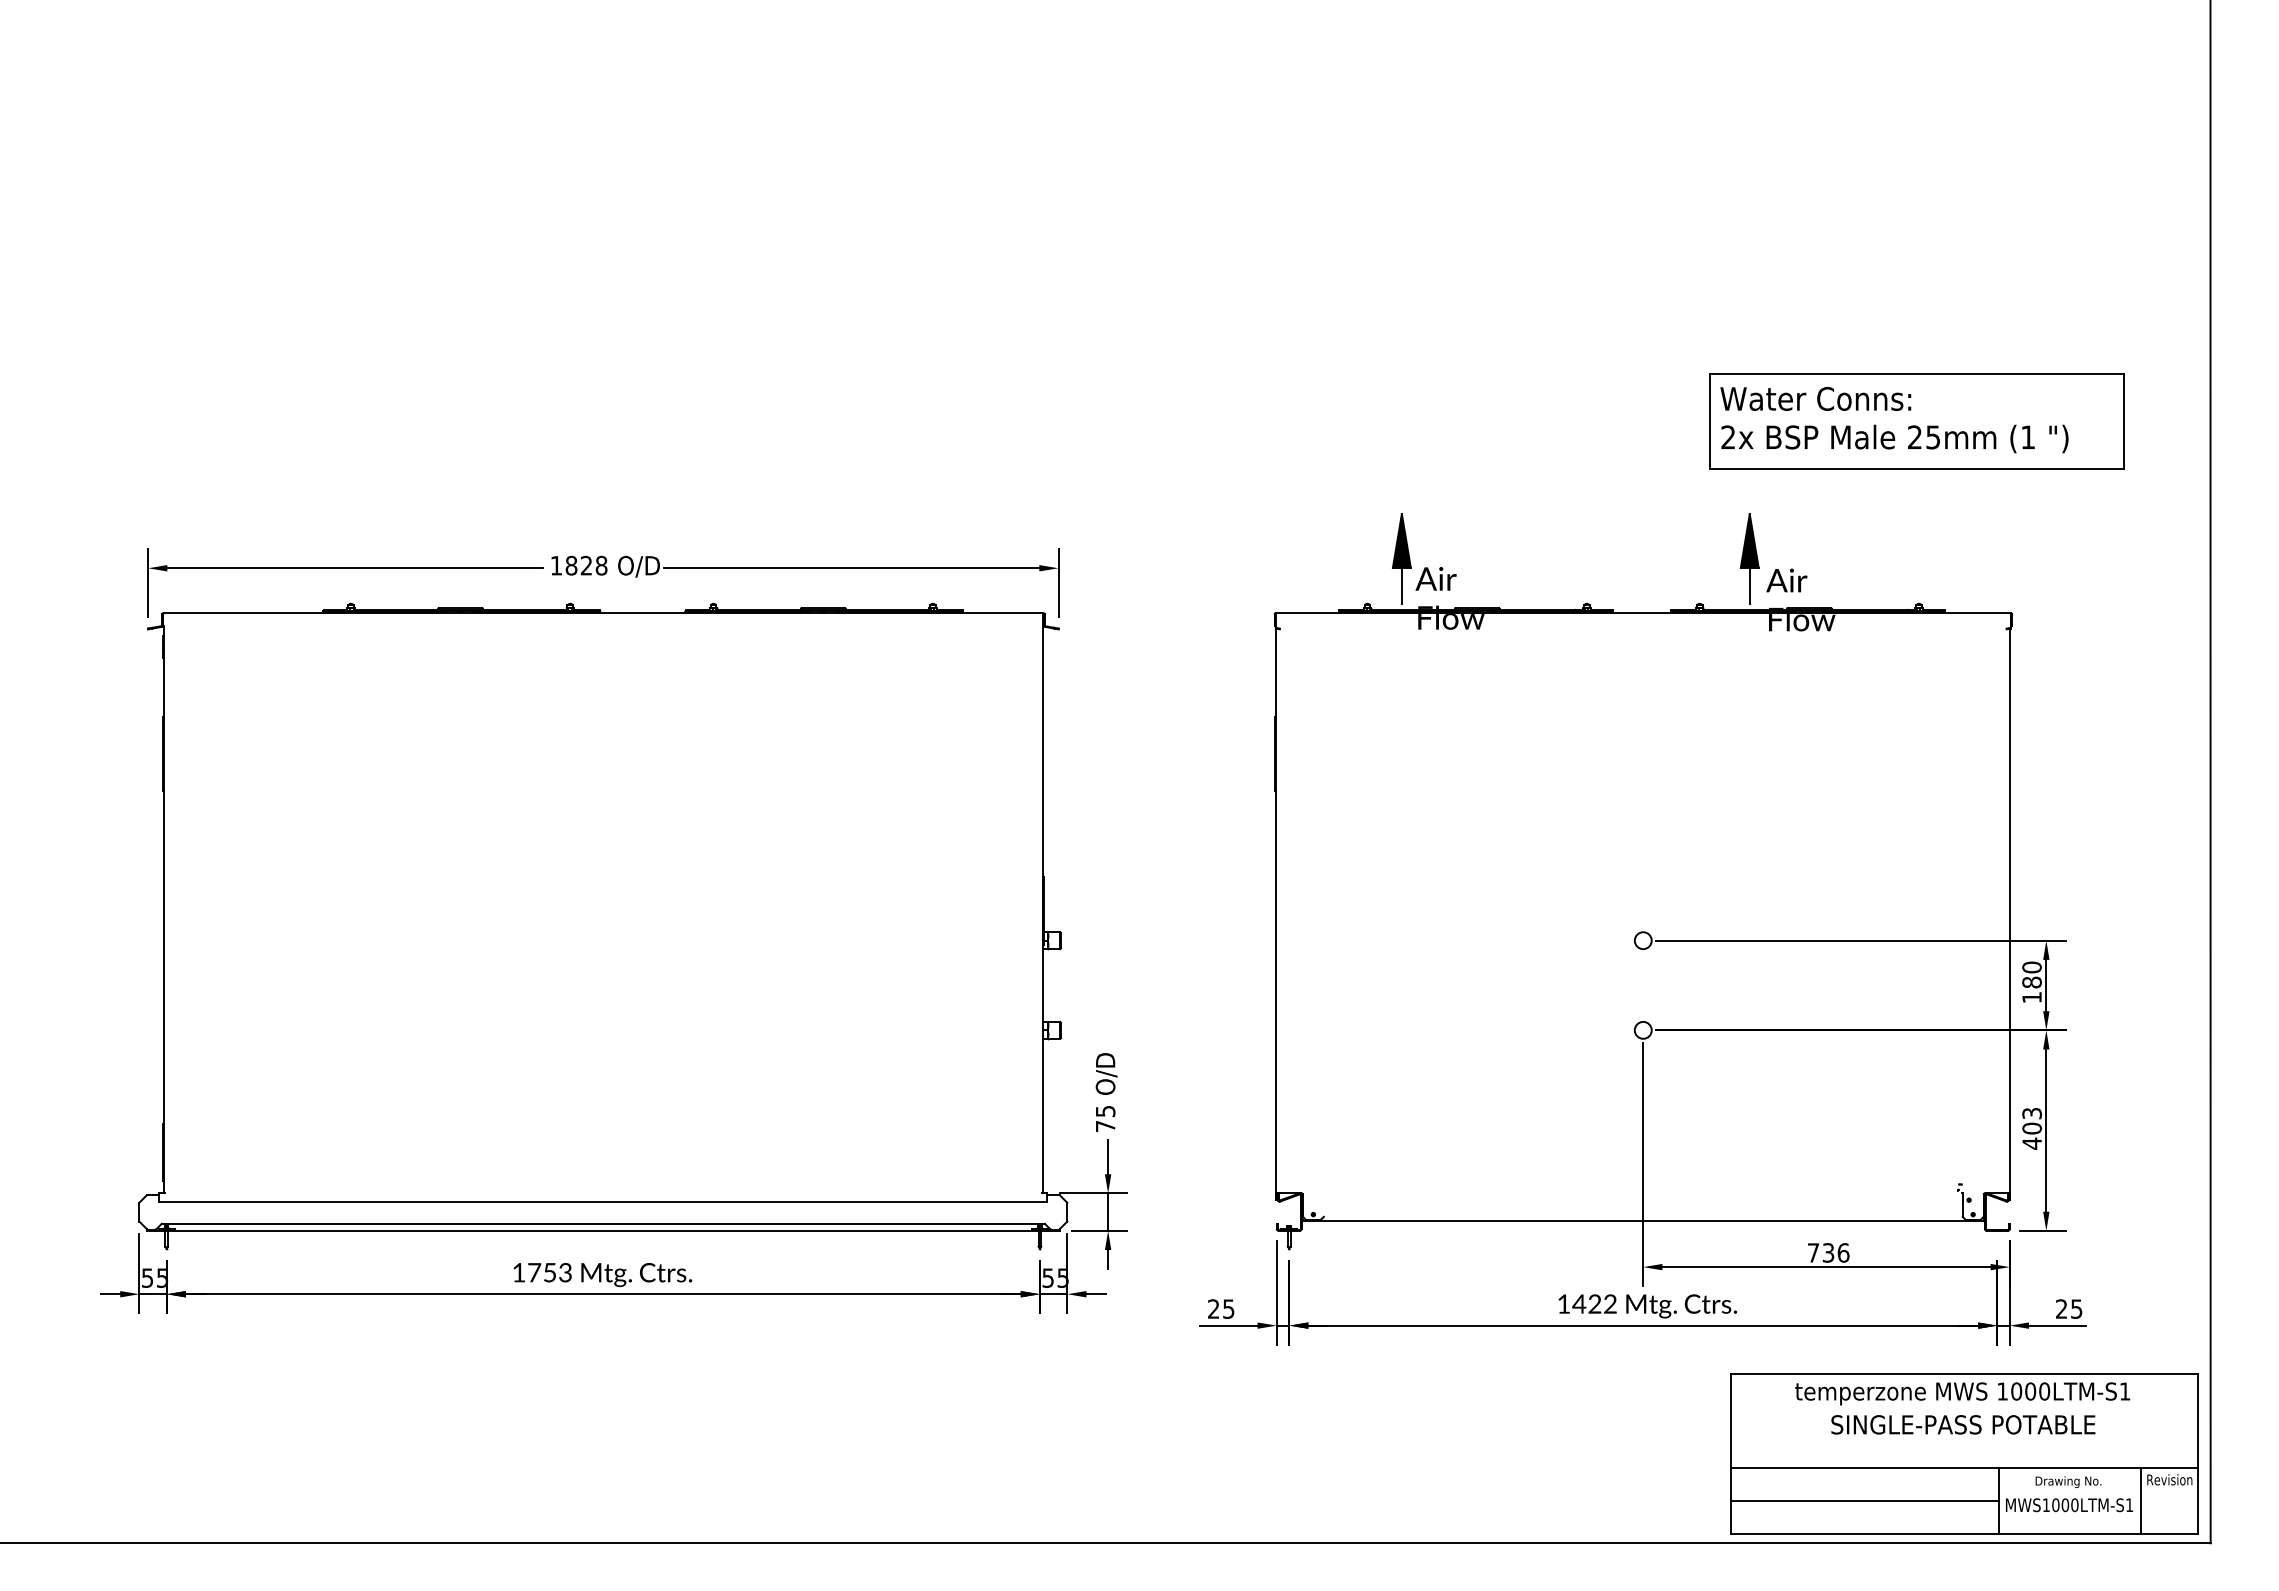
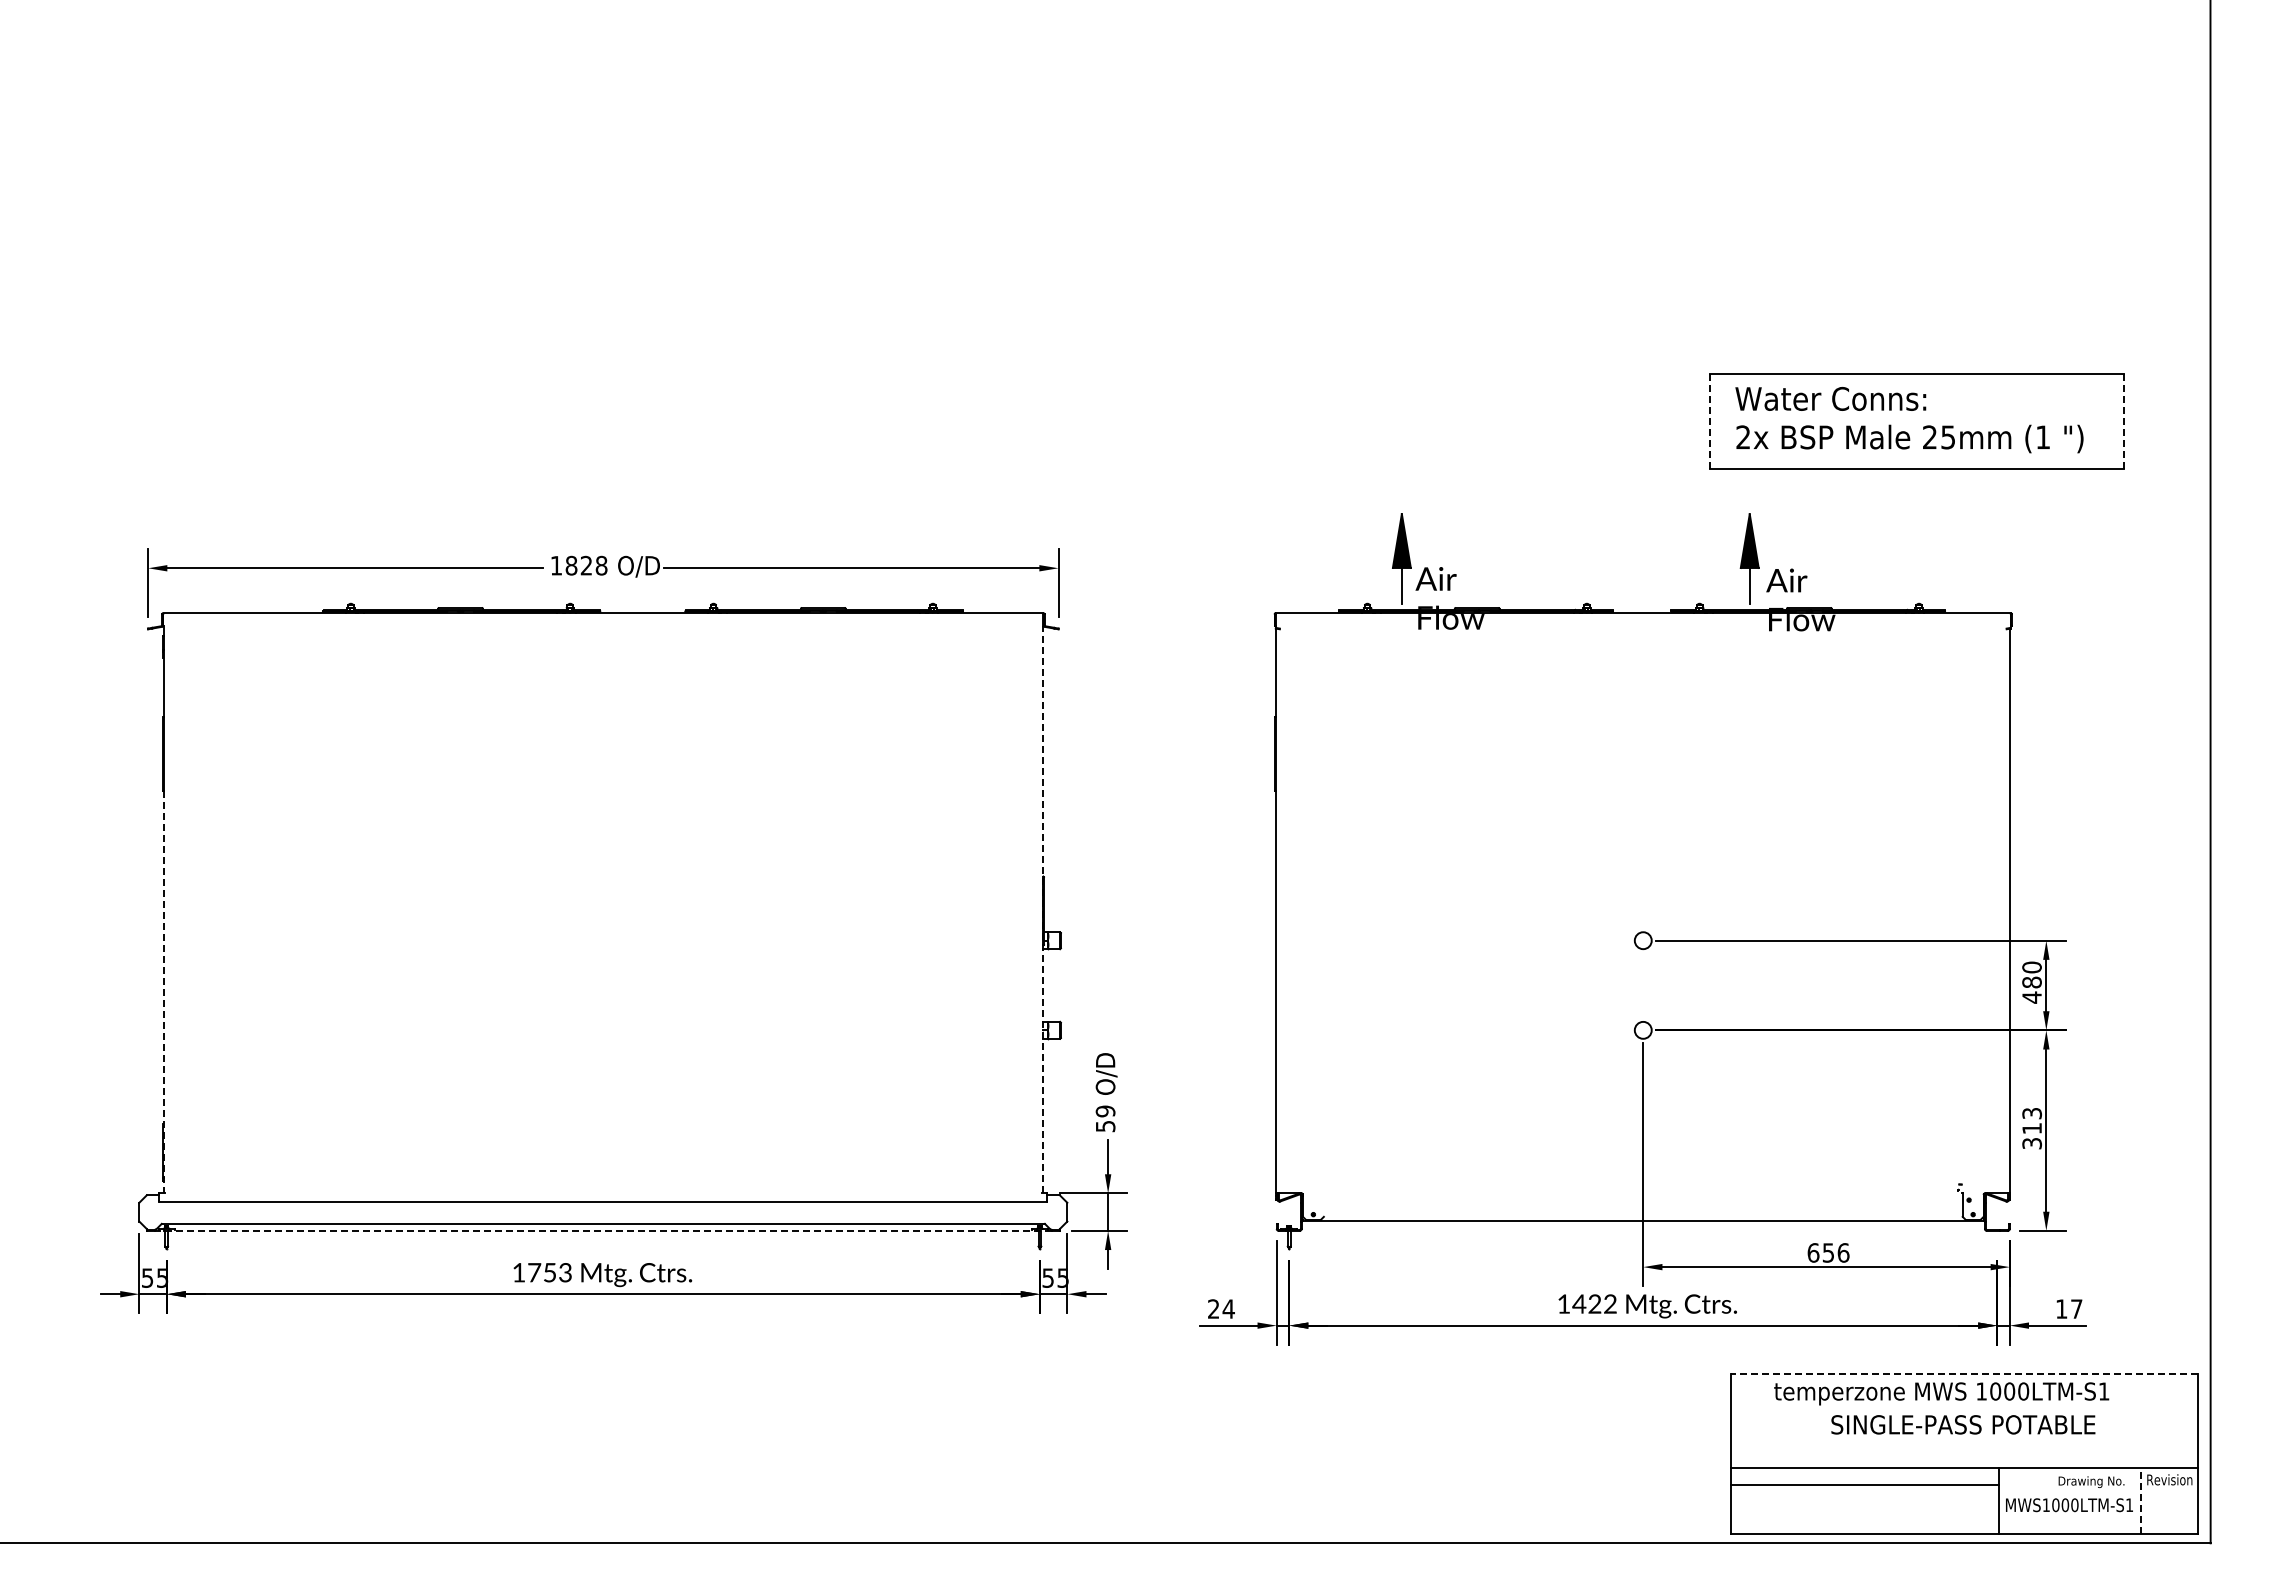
text at (1894, 420) position: (1894, 420) -> (1909, 420)
line at (1709, 421): solid -> dashed
line at (2123, 422): solid -> dashed
line at (1043, 909): solid -> dashed
line at (163, 992): solid -> dashed
text at (2031, 997): 180 -> 480
text at (1105, 1118): 75 -> 59
text at (2031, 1135): 403 -> 313
line at (603, 1230): solid -> dashed
text at (1820, 1252): 736 -> 656
text at (1228, 1308): 25 -> 24
text at (2069, 1308): 25 -> 17
line at (1964, 1374): solid -> dashed
text at (1962, 1393) position: (1962, 1393) -> (1941, 1393)
text at (2068, 1481) position: (2068, 1481) -> (2091, 1481)
line at (2140, 1500): solid -> dashed
line at (1864, 1501) position: (1864, 1501) -> (1864, 1485)
